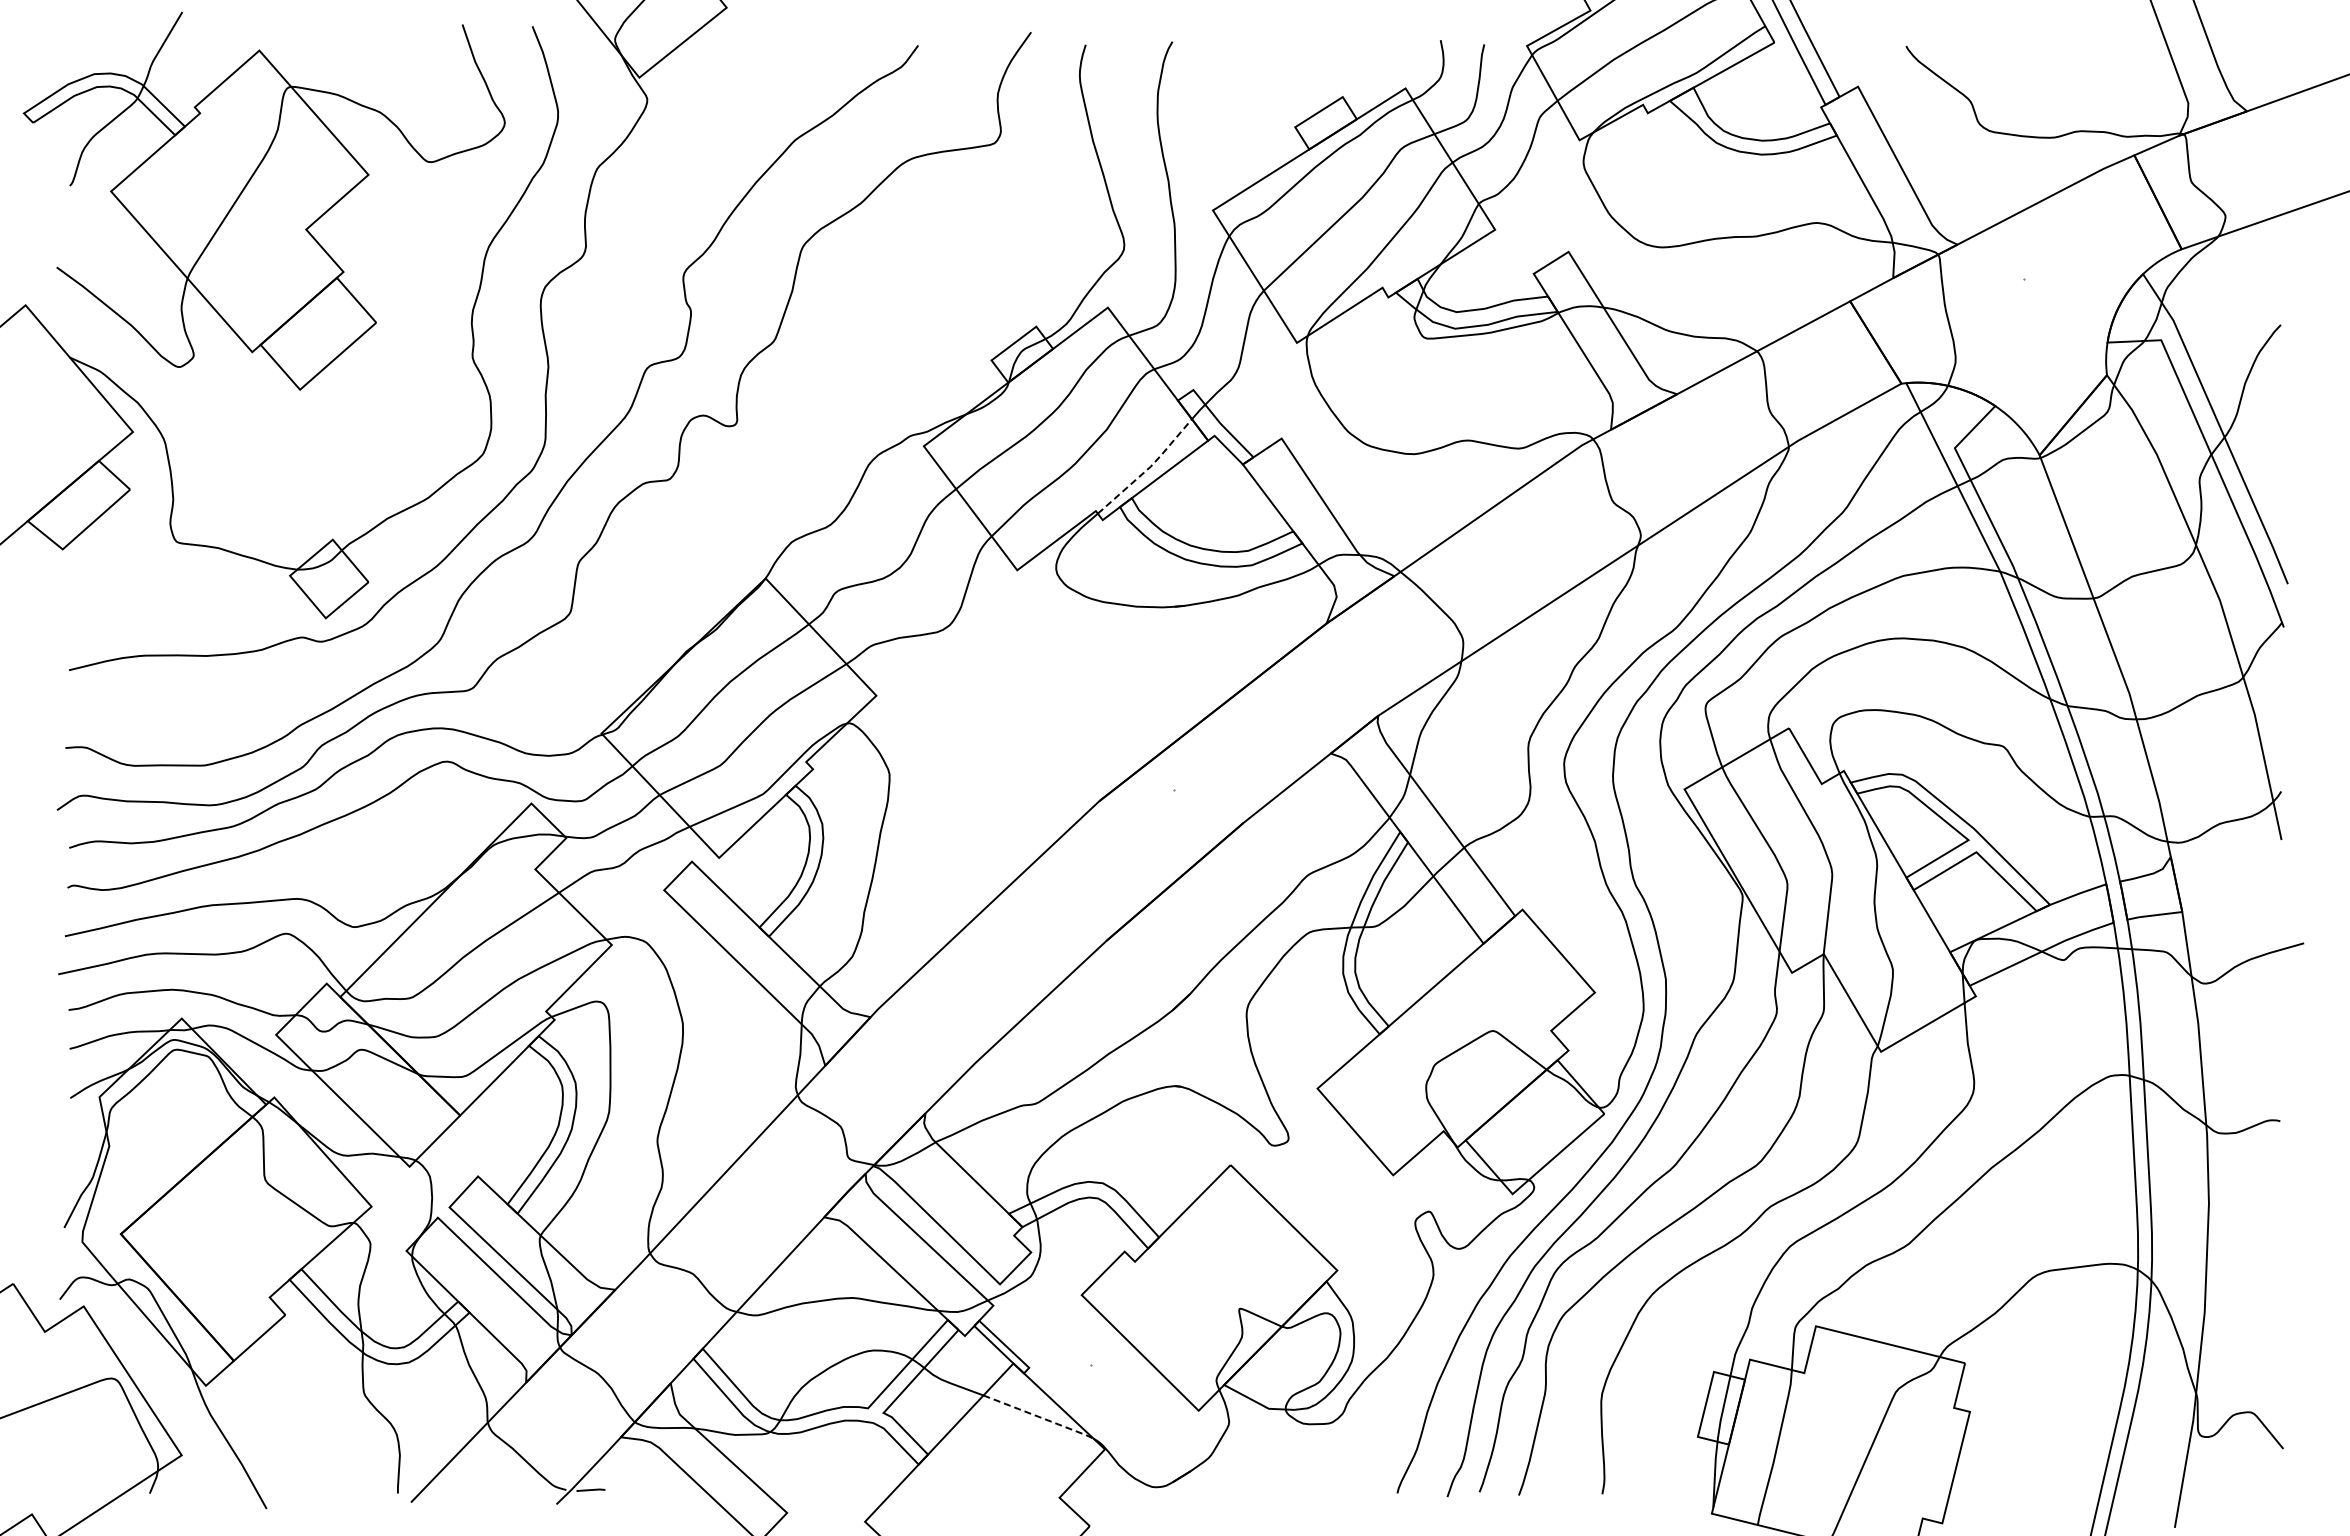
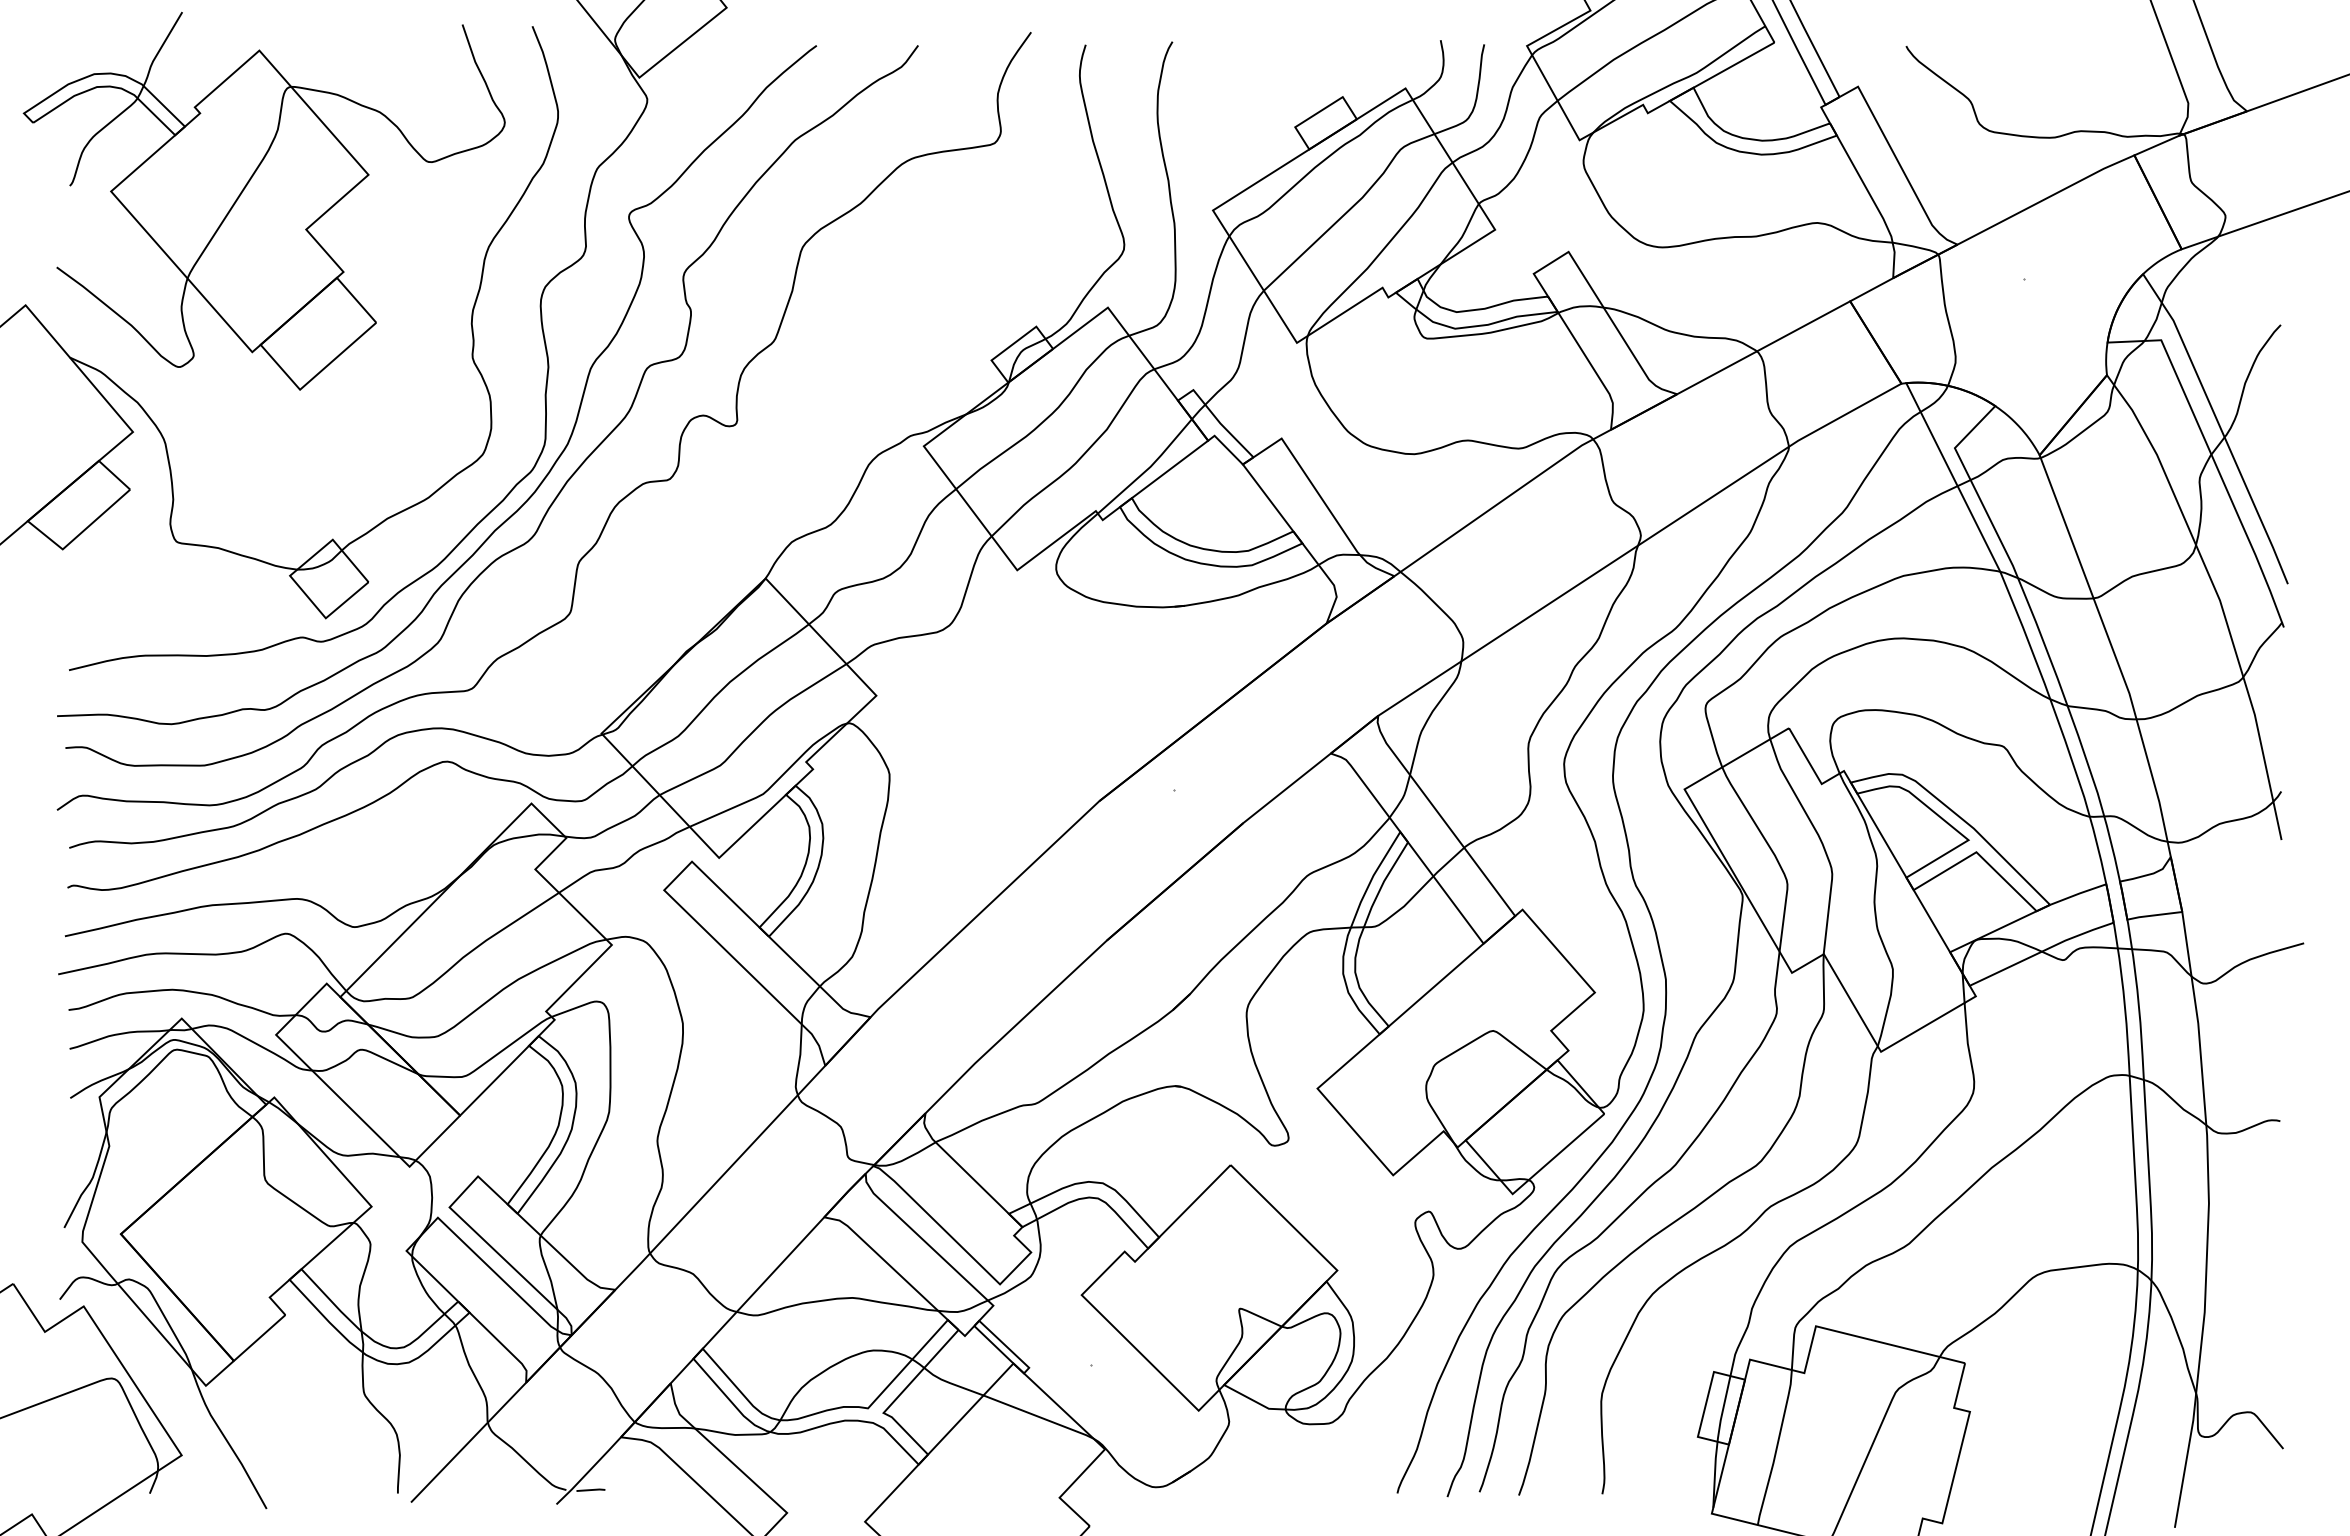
curve at (553, 463): none -> present
line at (1149, 468): dashed -> solid
line at (1039, 1417): dashed -> solid
